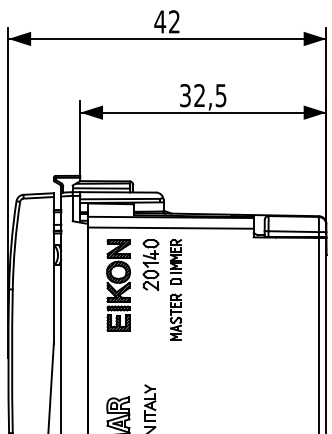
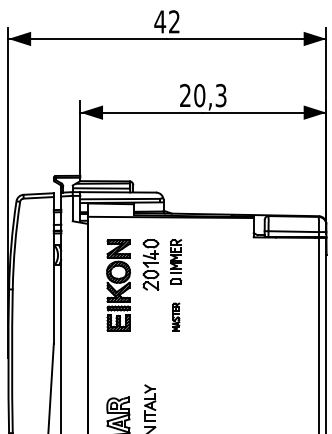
text at (203, 95): 32,5 -> 20,3
line at (170, 227): present -> none
part at (176, 316) size: 13x48 px -> 9x30 px
